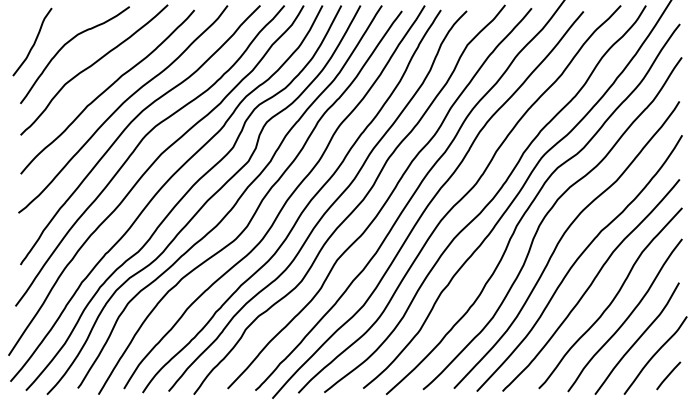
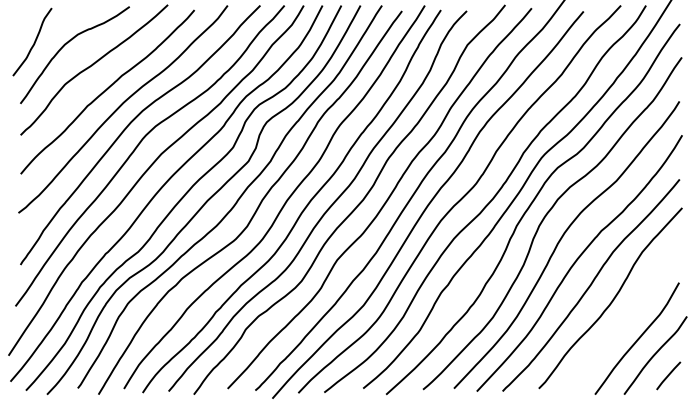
curve at (627, 316): present -> none
